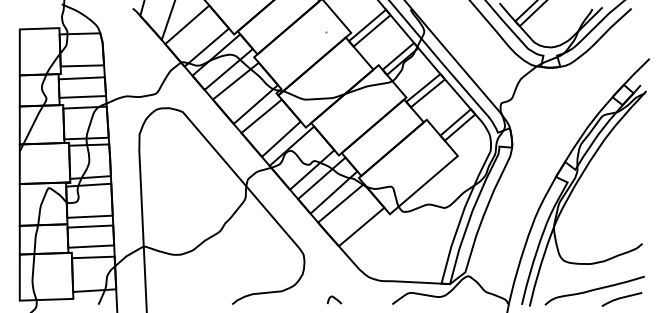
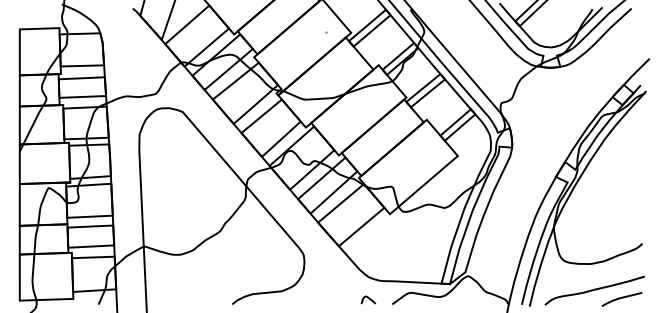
curve at (334, 299) position: (334, 299) -> (368, 299)
